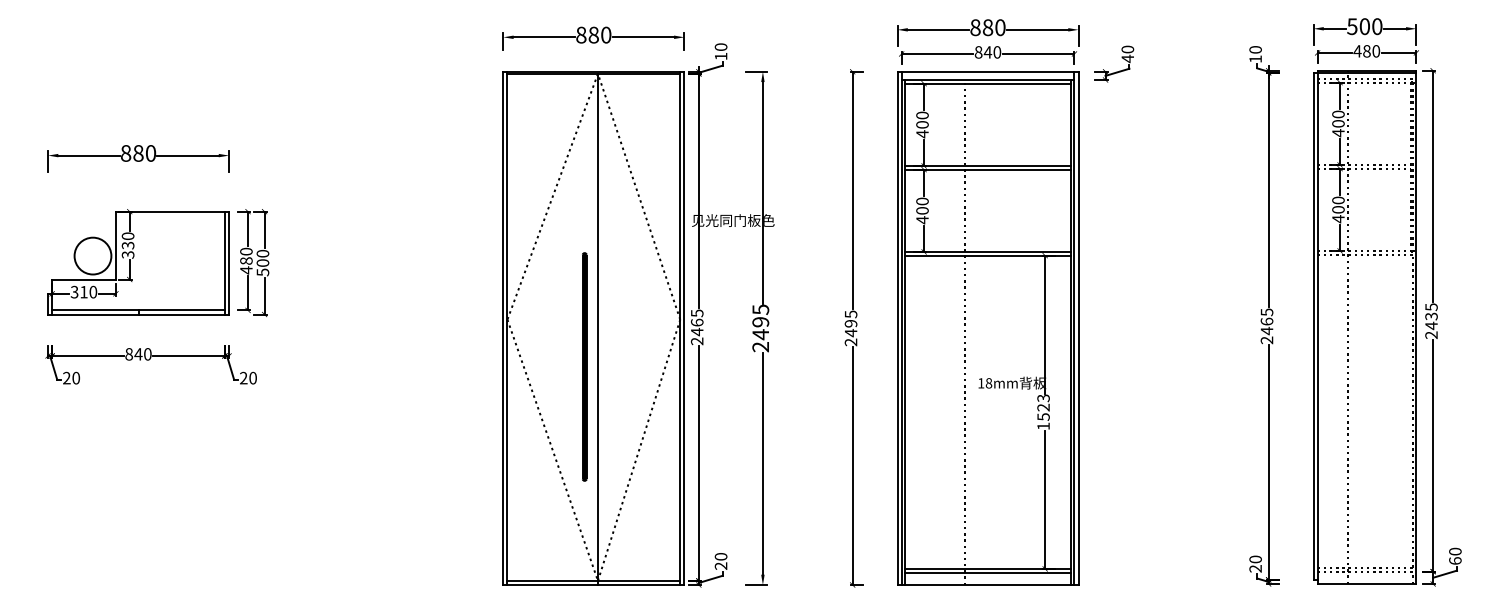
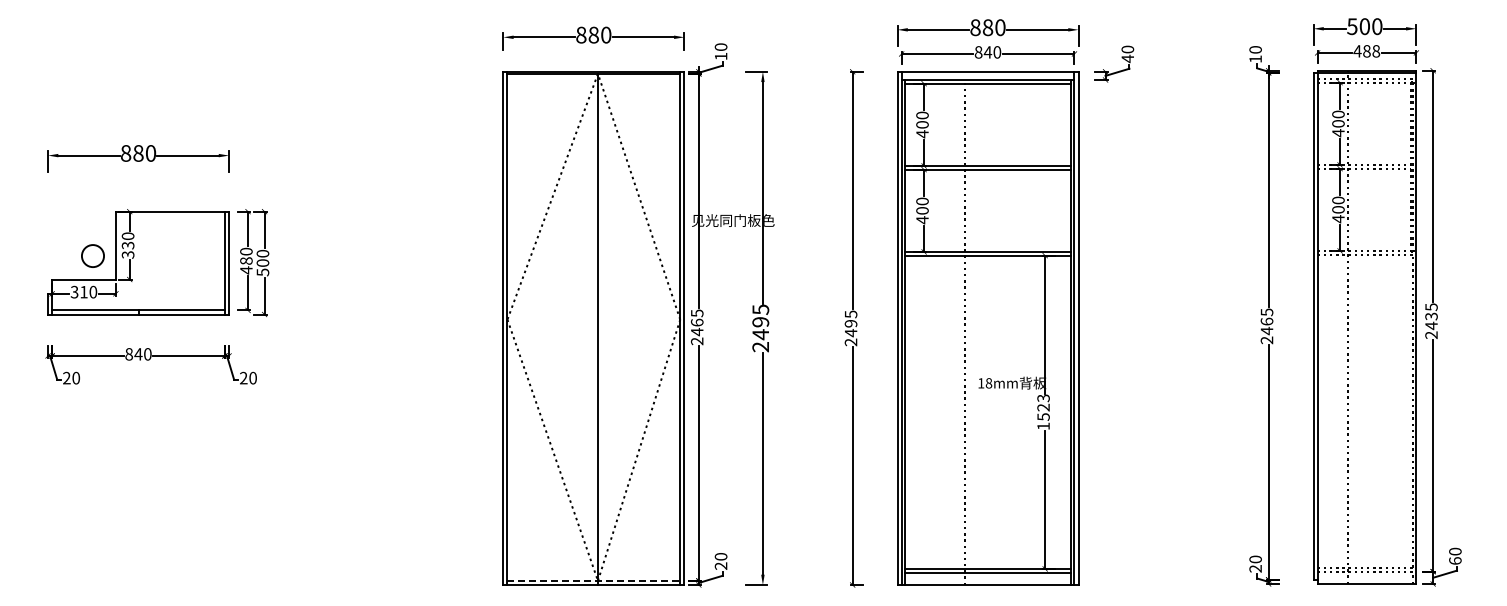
text at (1376, 51): 480 -> 488
circle at (92, 255) diameter: 37 px -> 22 px
part at (584, 366): present -> none
line at (594, 580): solid -> dashed
